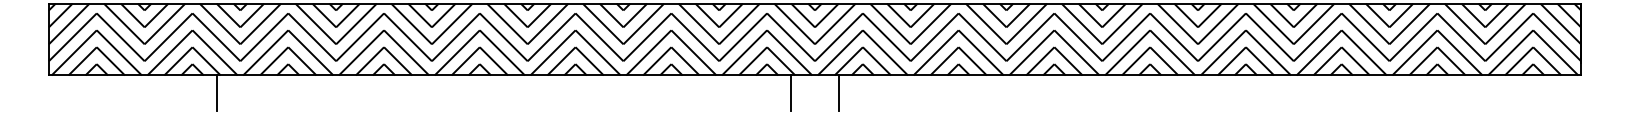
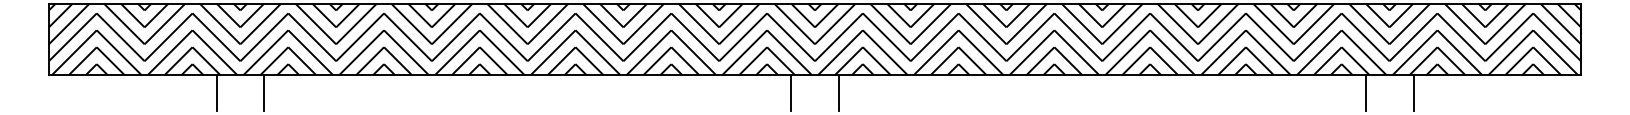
line at (264, 93): none -> present
line at (1365, 93): none -> present
line at (1413, 93): none -> present
